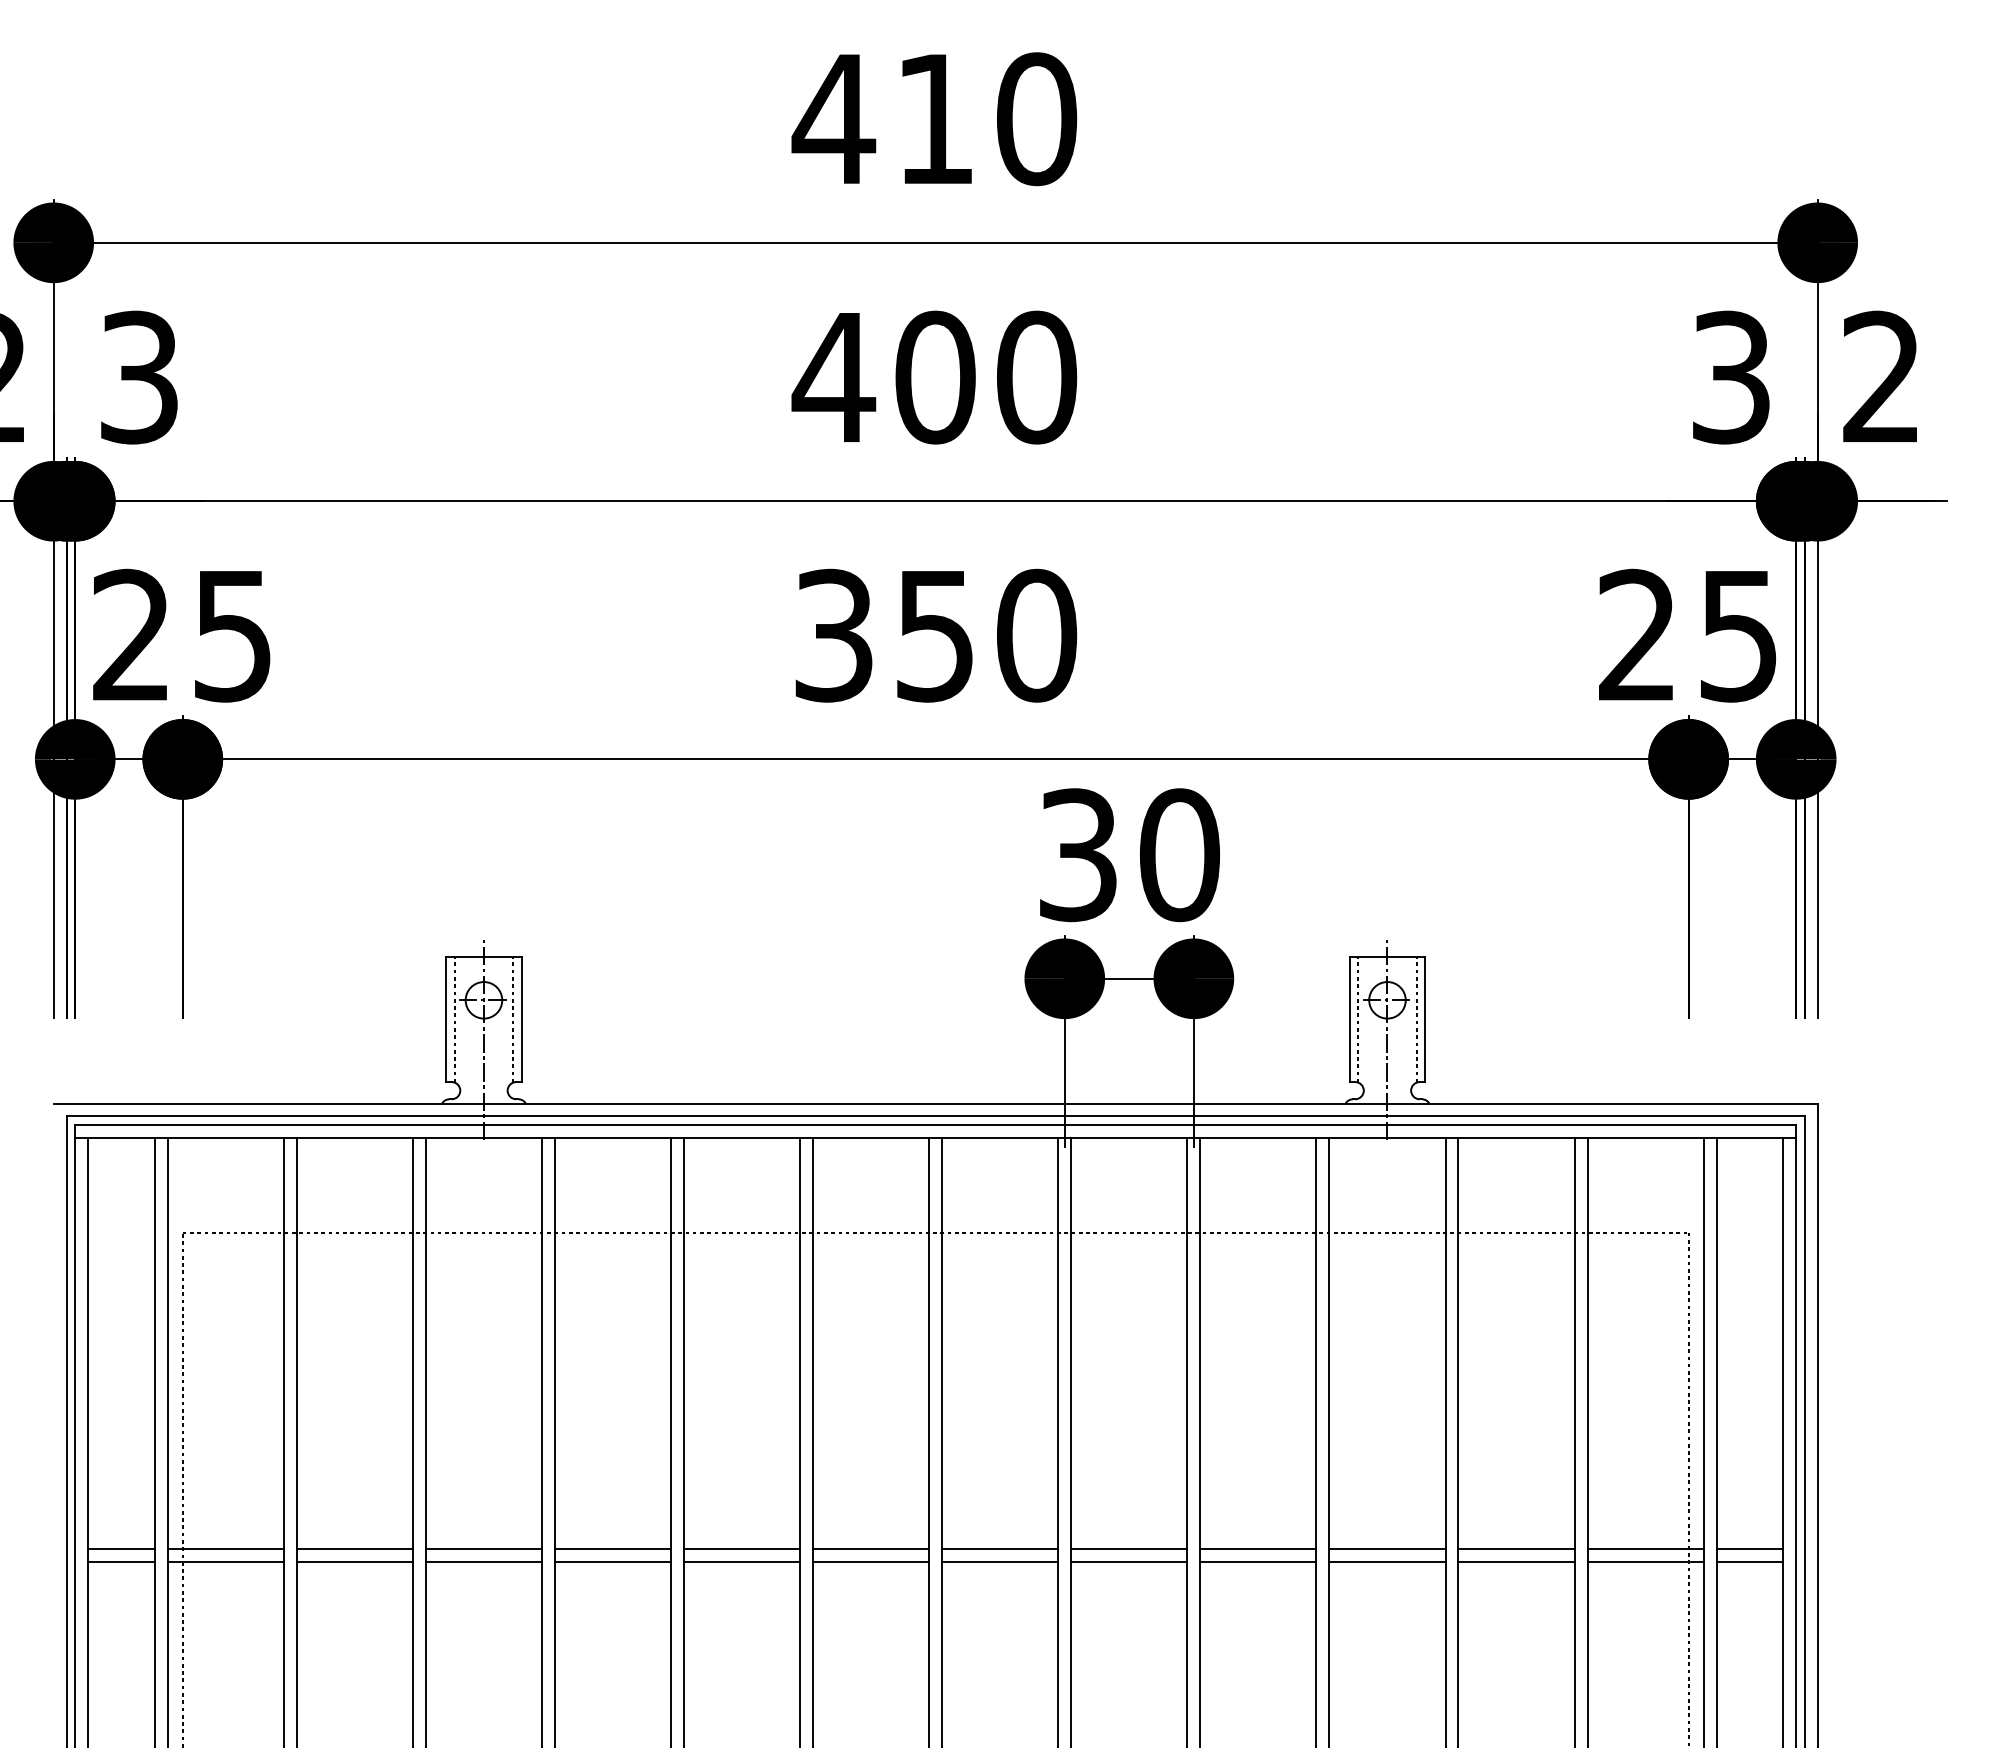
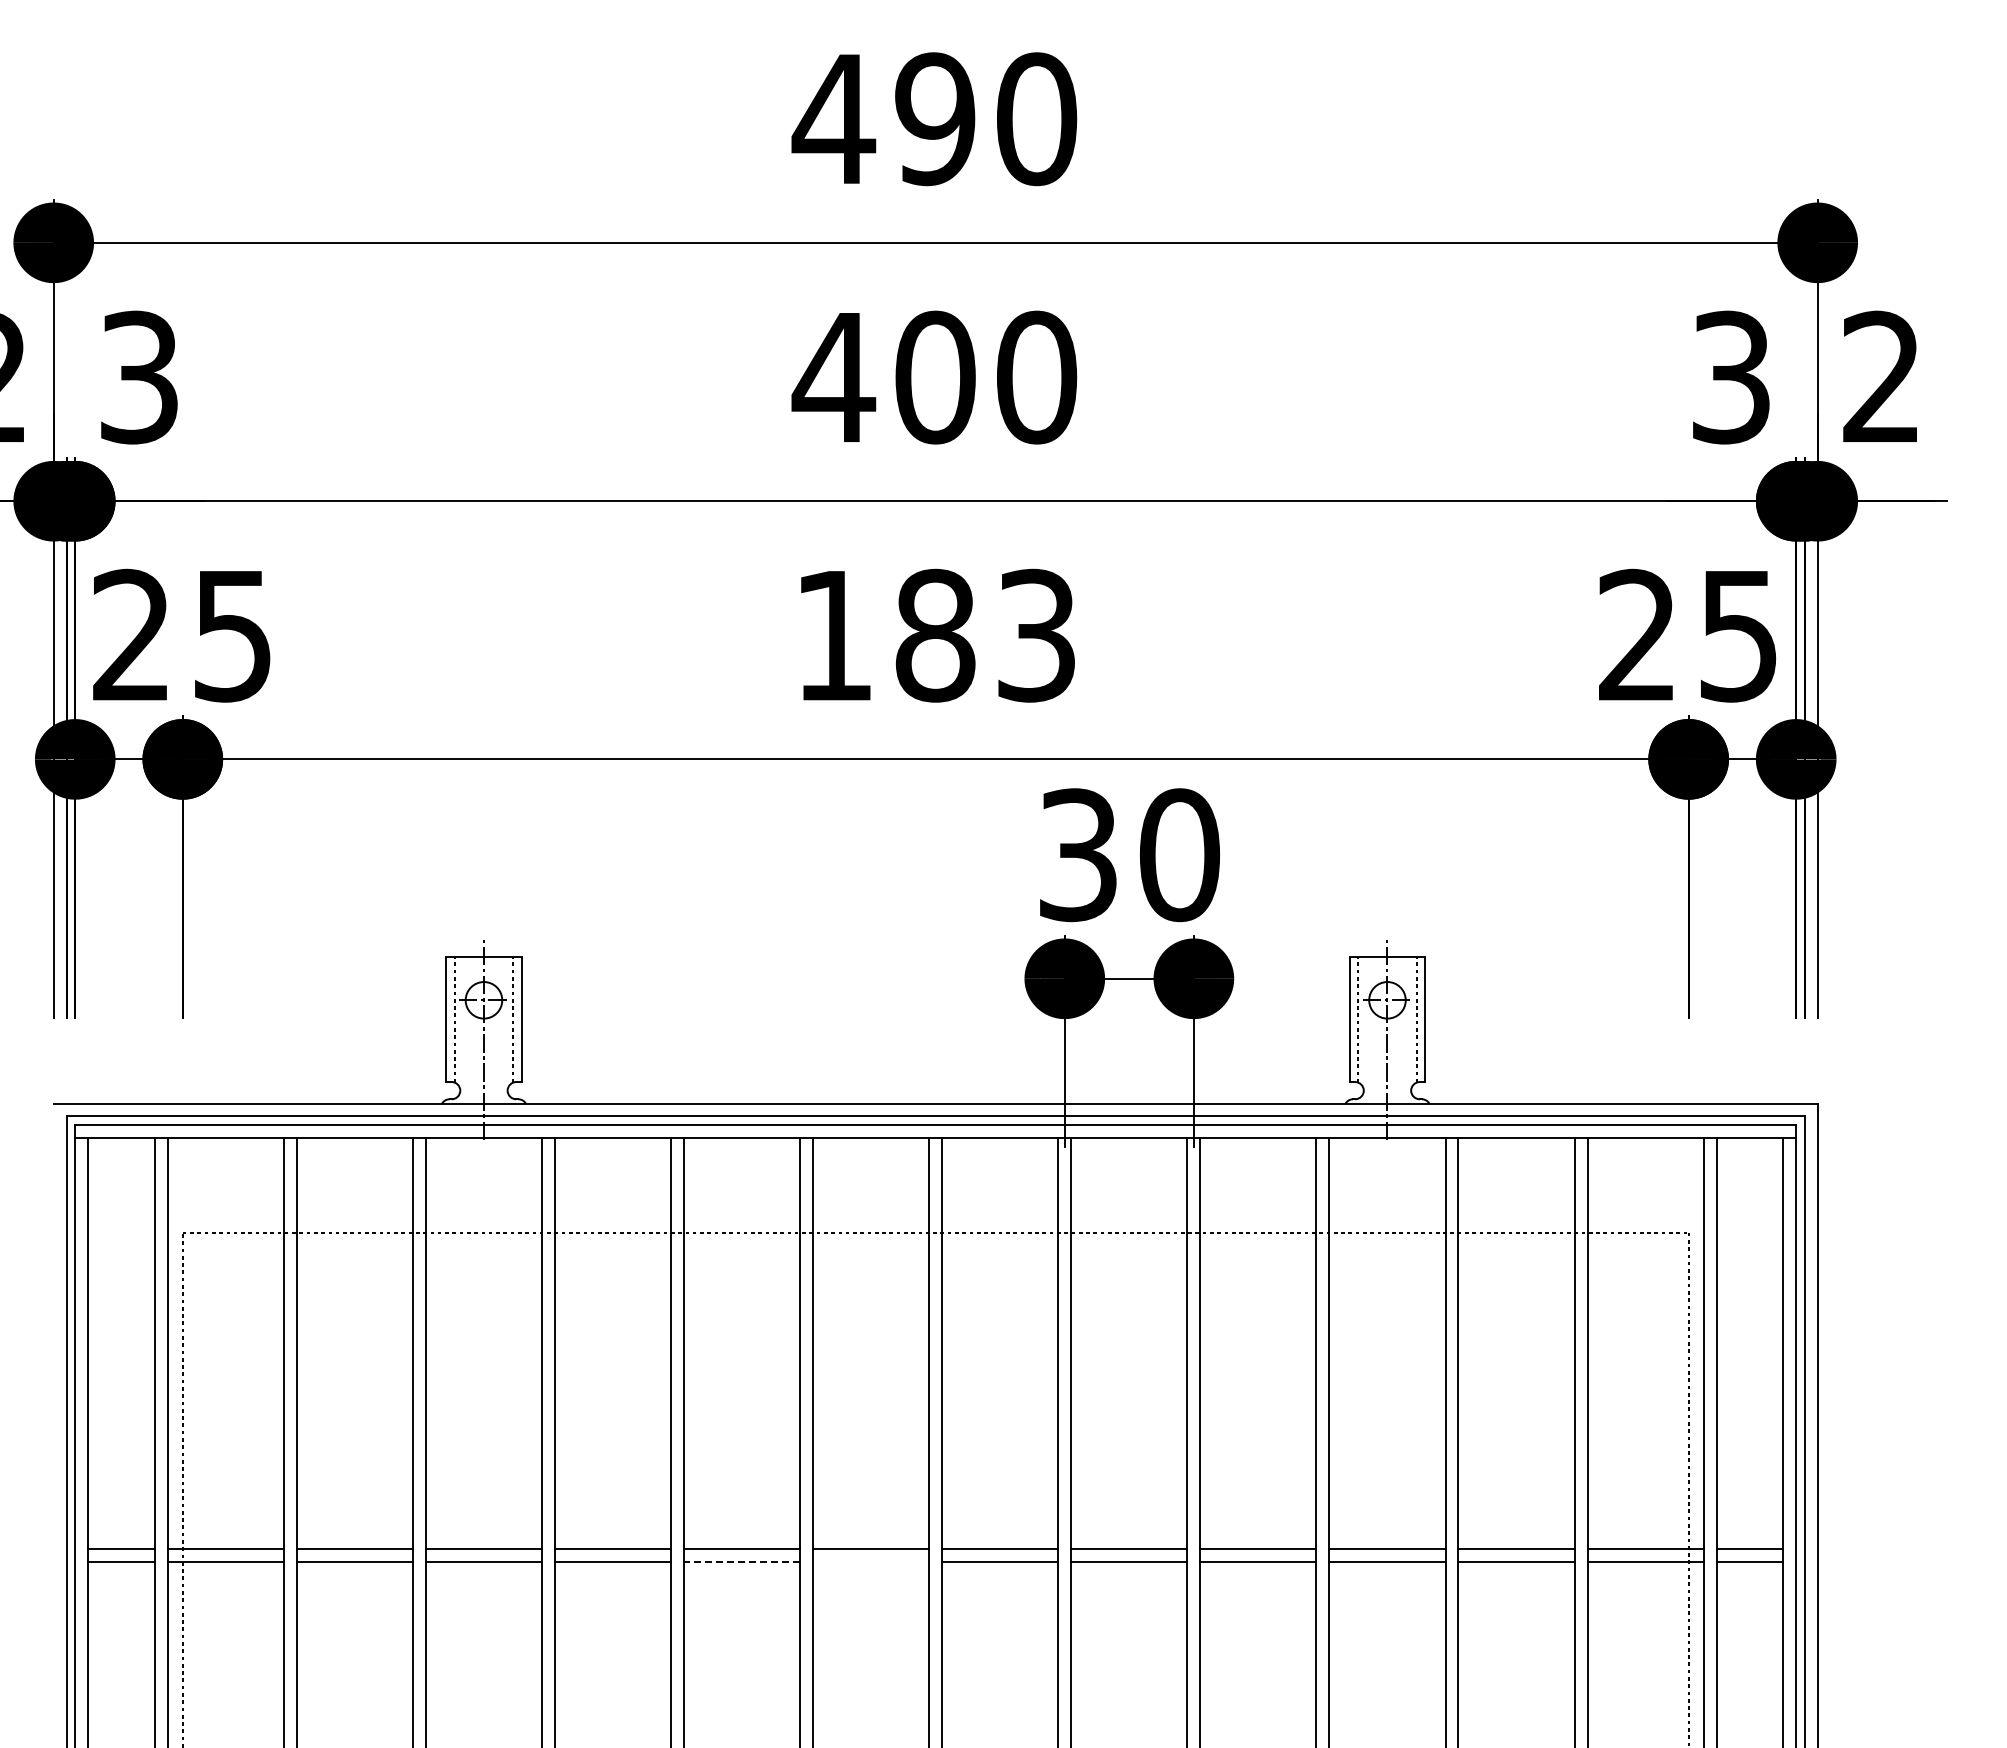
text at (935, 119): 410 -> 490
text at (936, 635): 350 -> 183
line at (741, 1561): solid -> dashed
line at (871, 1561): present -> none
